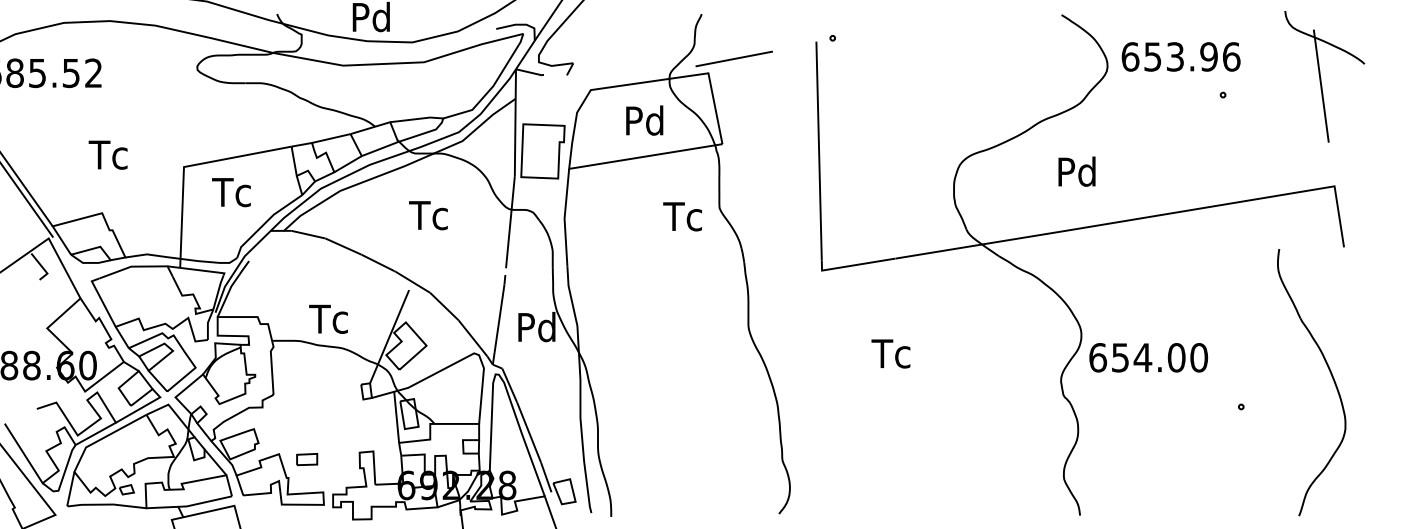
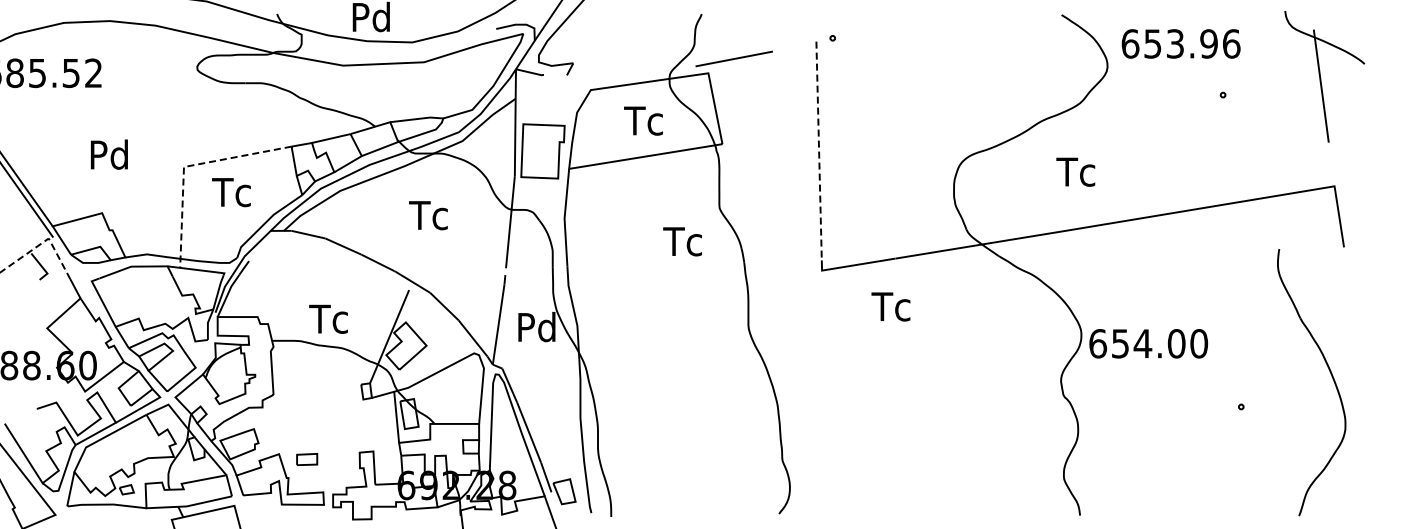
text at (1180, 56) position: (1180, 56) -> (1180, 43)
text at (643, 120): Pd -> Tc
line at (819, 151): solid -> dashed
text at (107, 154): Tc -> Pd
line at (187, 166): solid -> dashed
text at (1075, 171): Pd -> Tc
text at (682, 216) position: (682, 216) -> (682, 241)
line at (43, 241): solid -> dashed
text at (890, 353) position: (890, 353) -> (890, 306)
text at (1148, 357) position: (1148, 357) -> (1148, 343)
